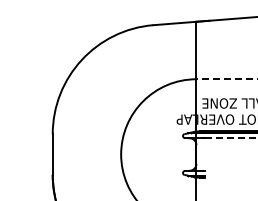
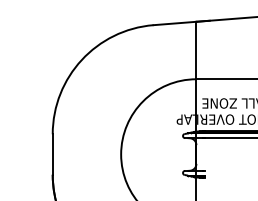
line at (226, 79): dashed -> solid
line at (232, 138): dashed -> solid
